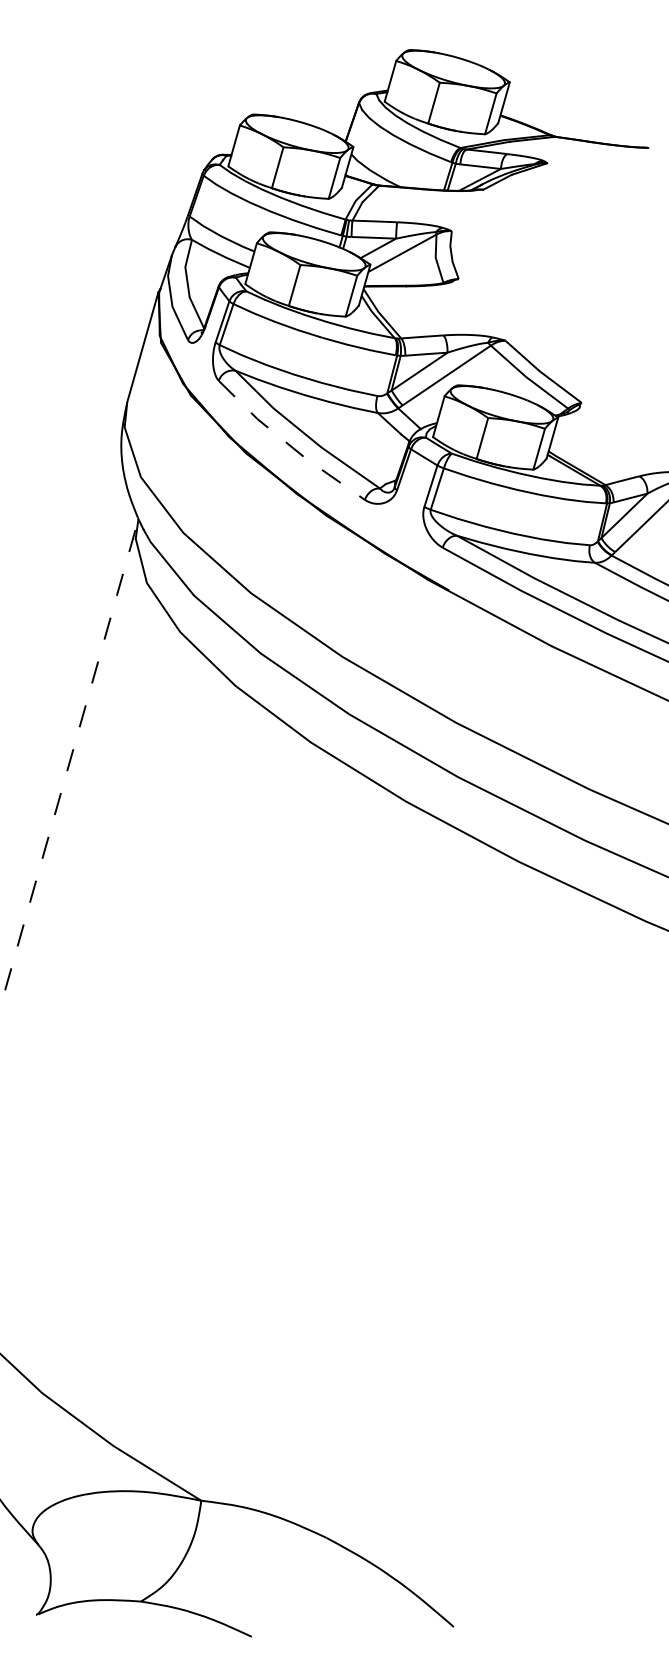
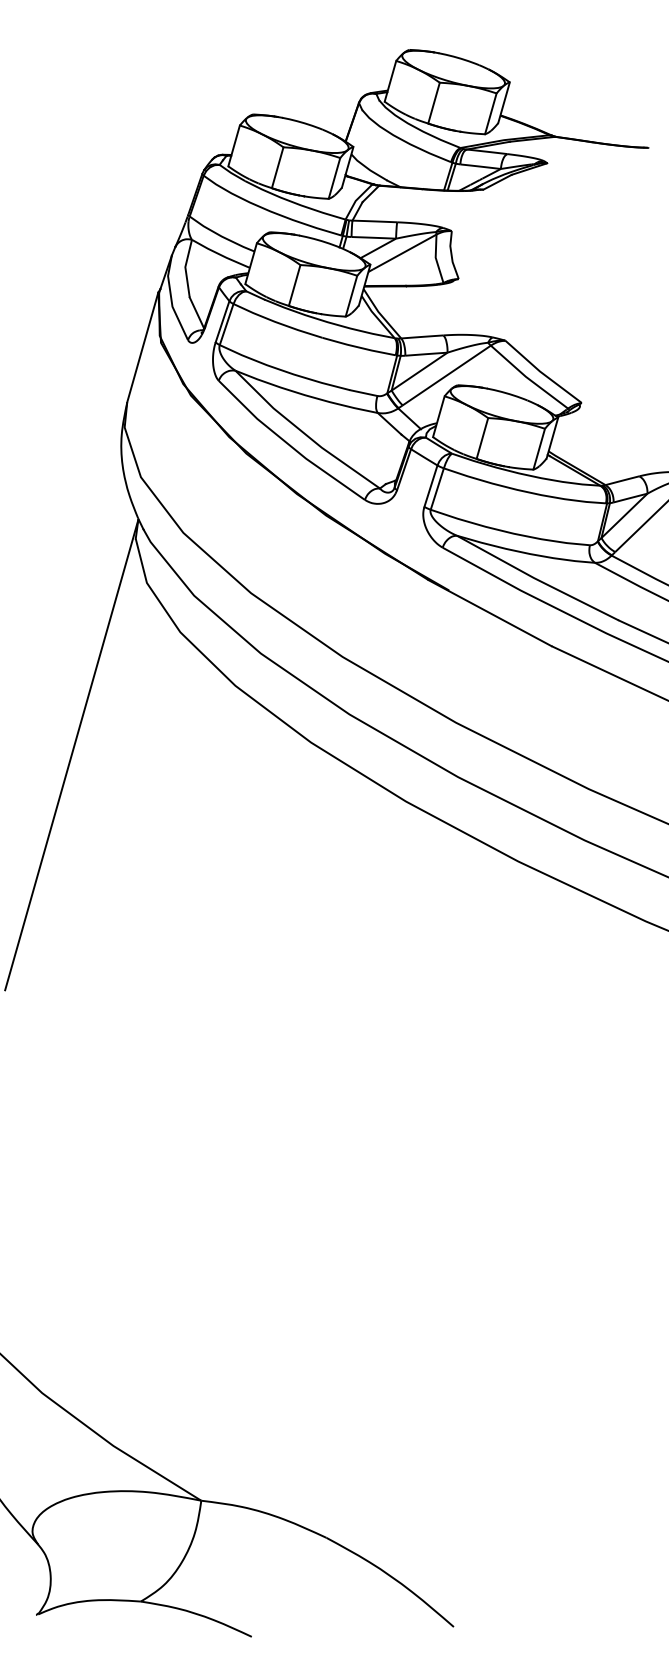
line at (288, 444): dashed -> solid
line at (71, 755): dashed -> solid
